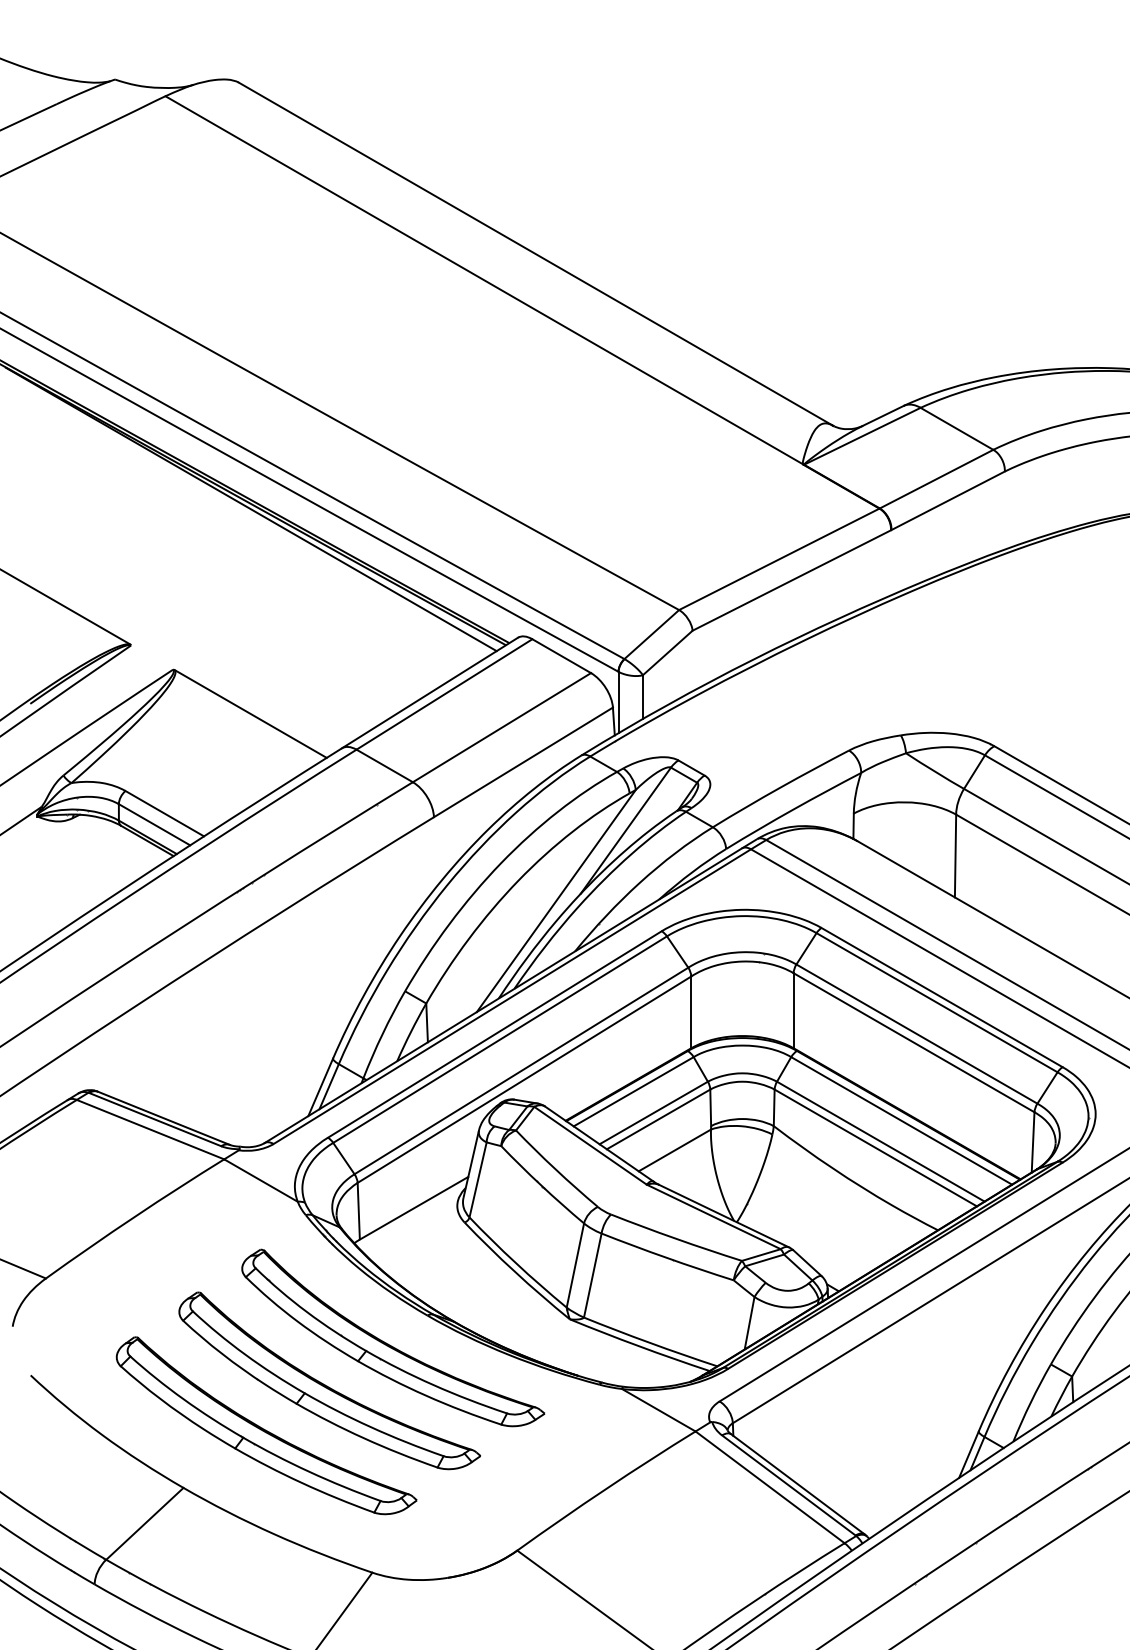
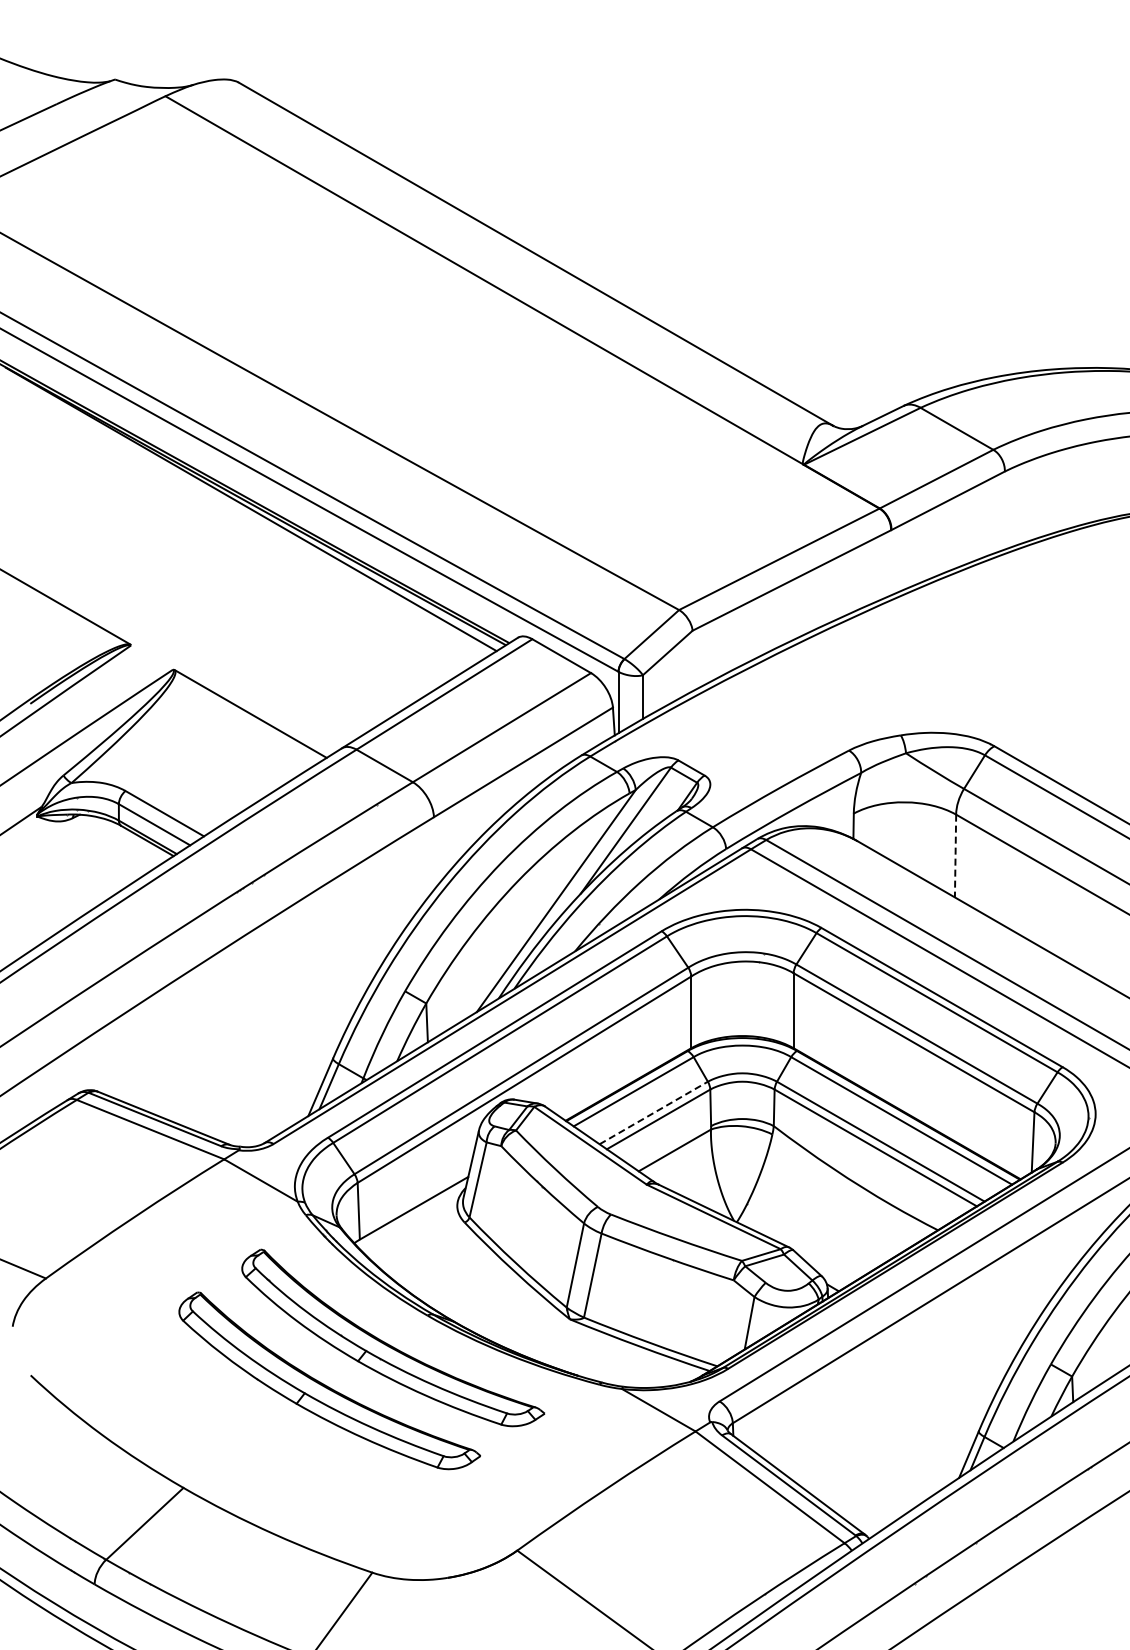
line at (955, 856): solid -> dashed
line at (653, 1112): solid -> dashed
part at (266, 1425): present -> none
